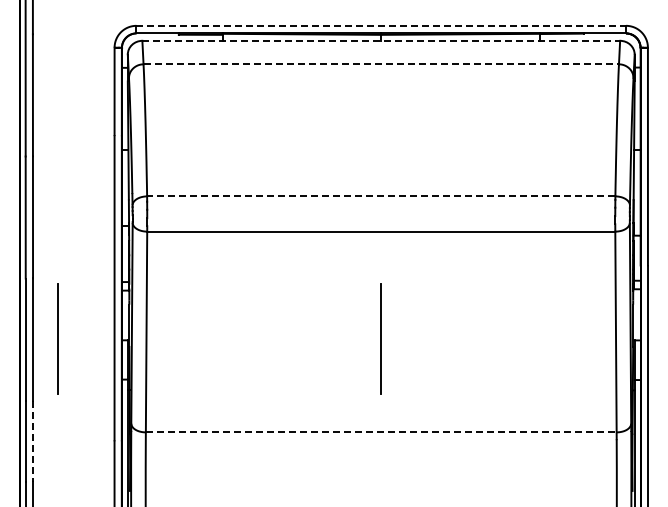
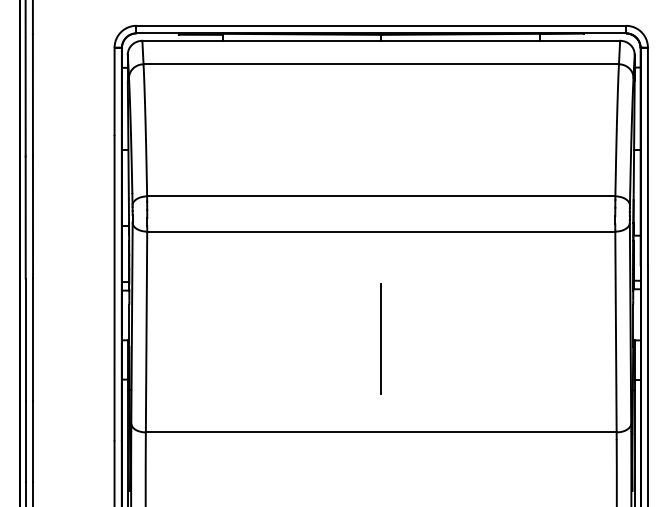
line at (381, 25): dashed -> solid
line at (381, 40): dashed -> solid
line at (381, 64): dashed -> solid
line at (380, 196): dashed -> solid
line at (57, 338): present -> none
line at (381, 432): dashed -> solid
line at (33, 441): dashed -> solid
